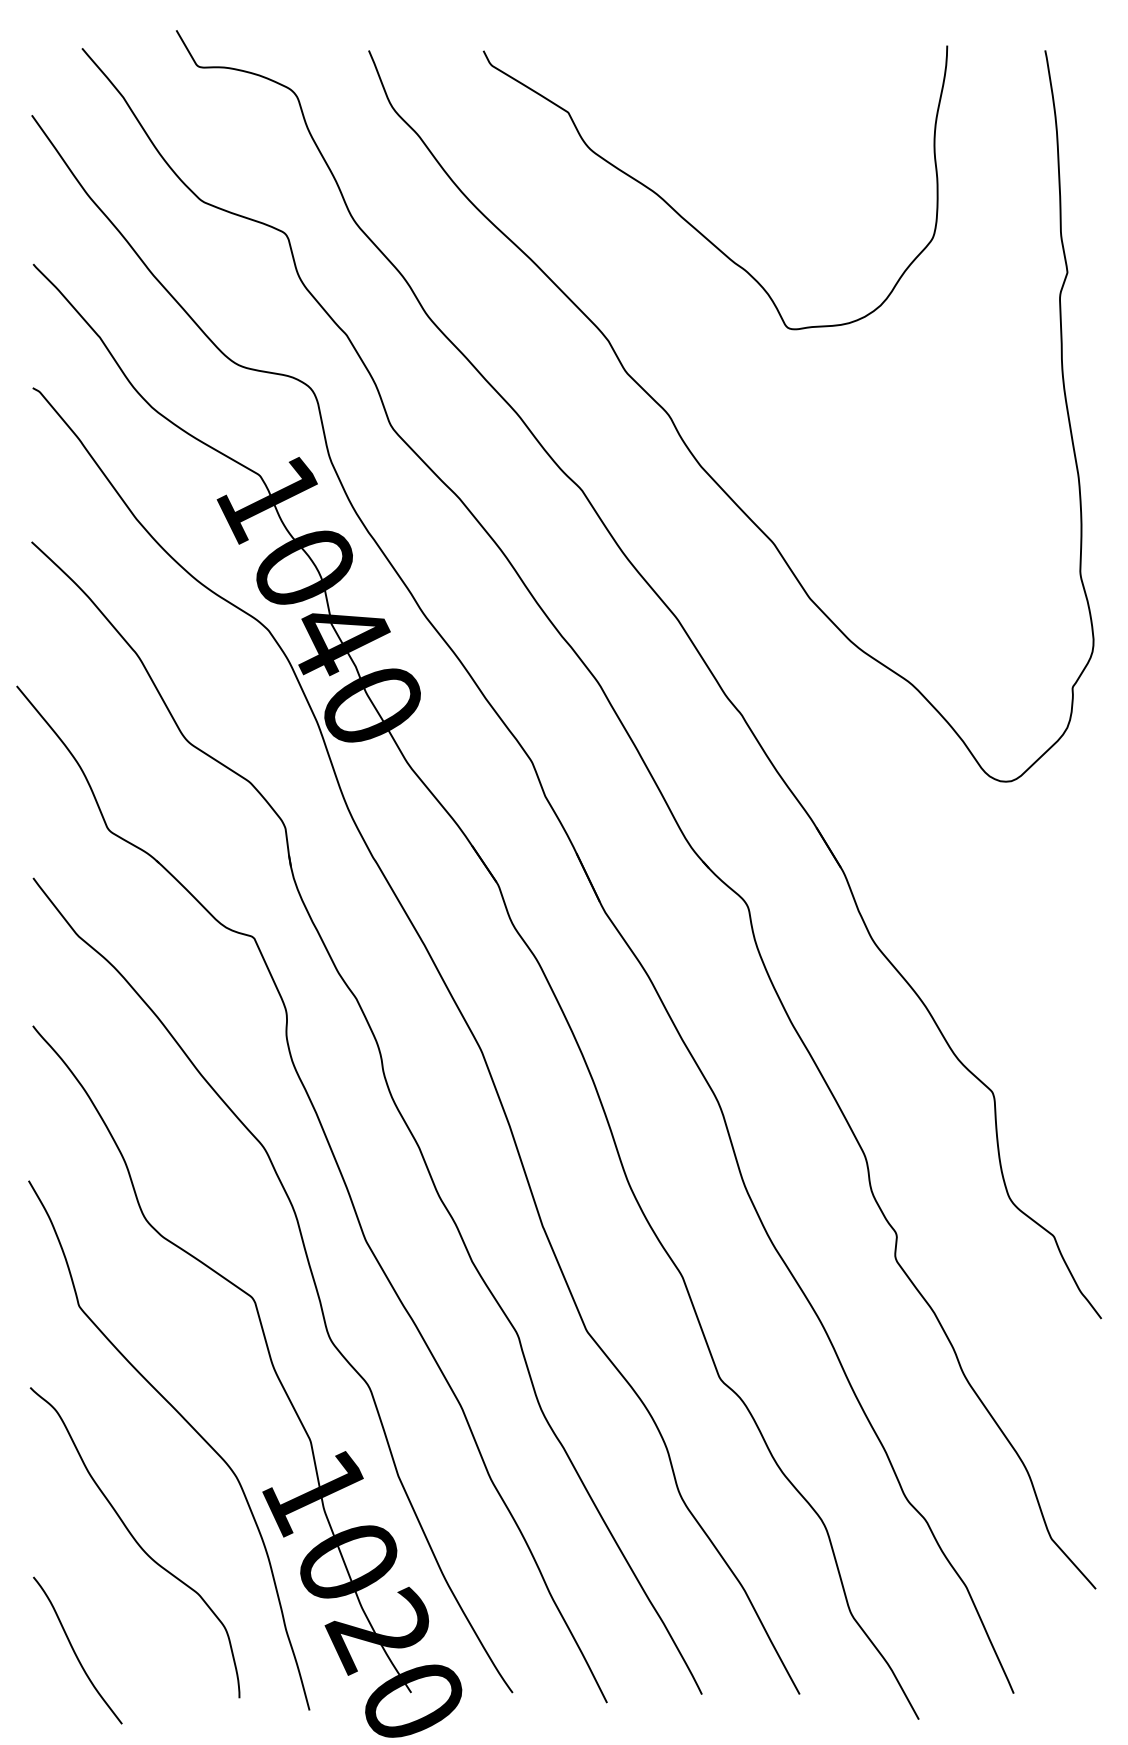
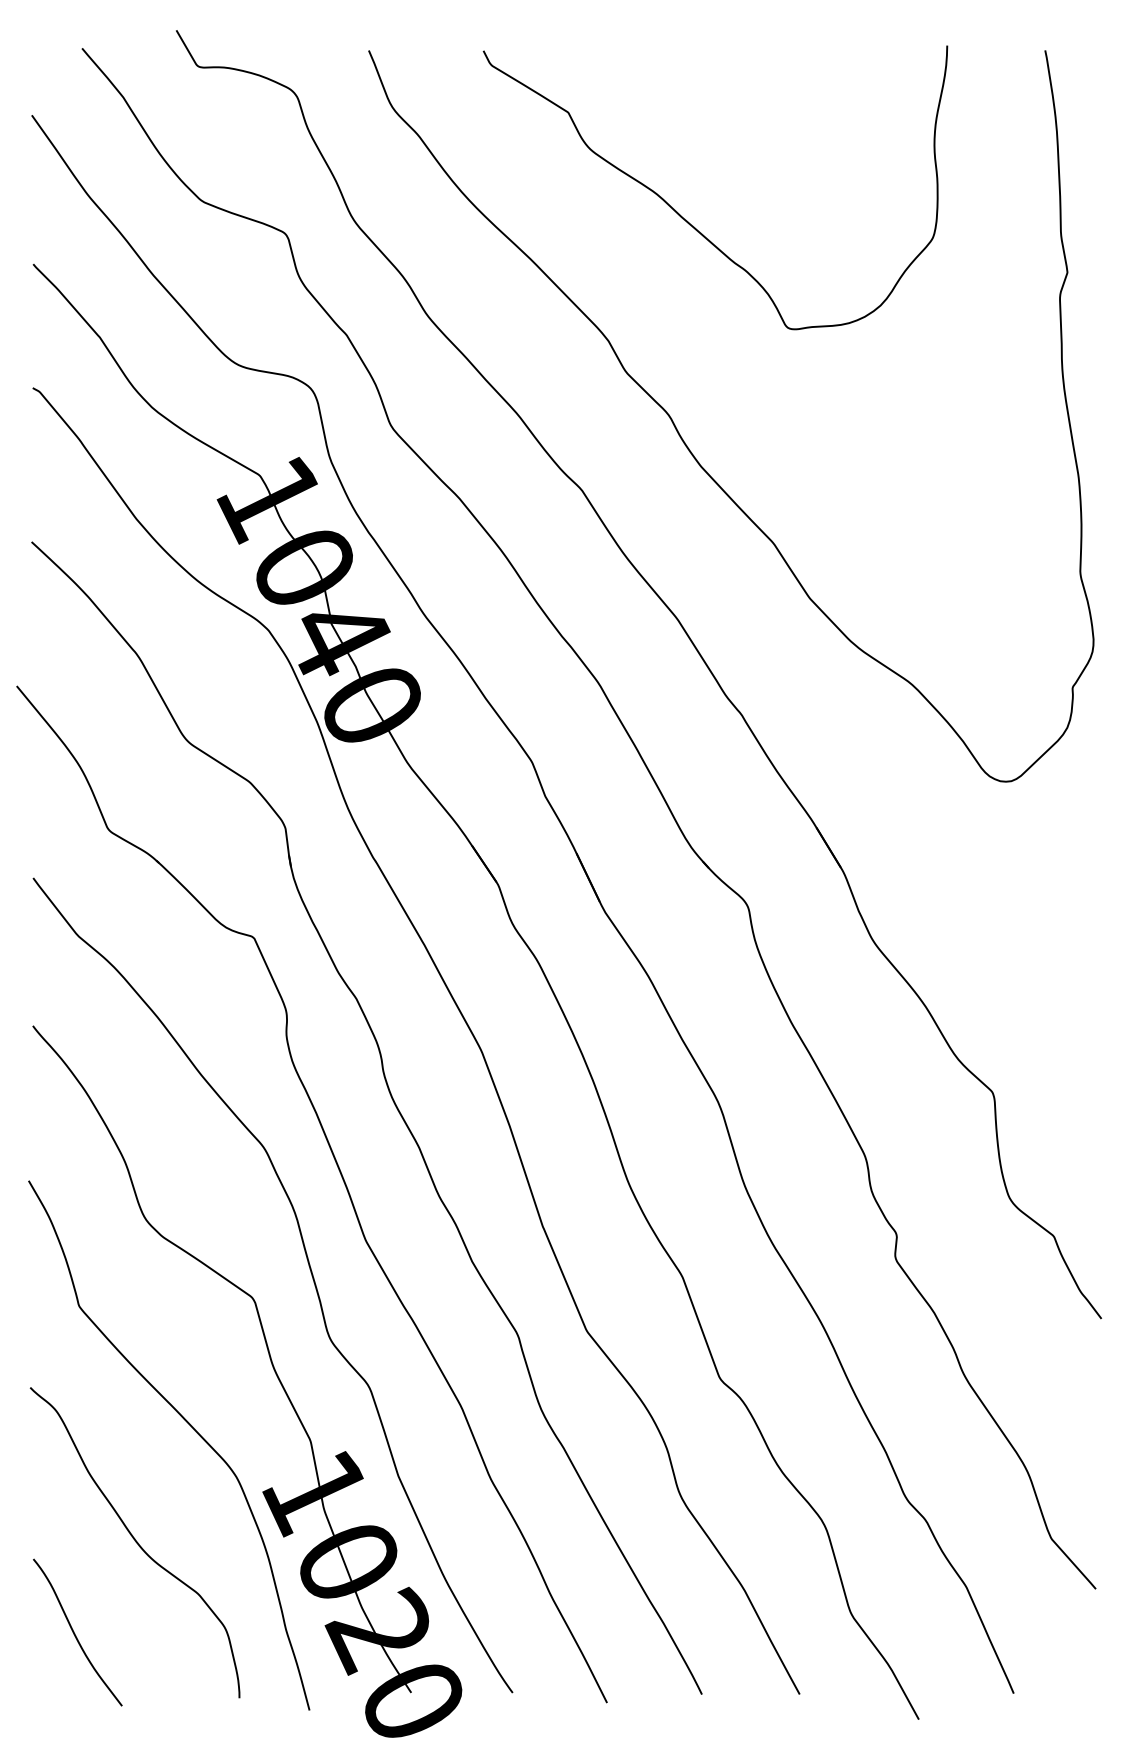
curve at (75, 1651) position: (75, 1651) -> (75, 1633)
